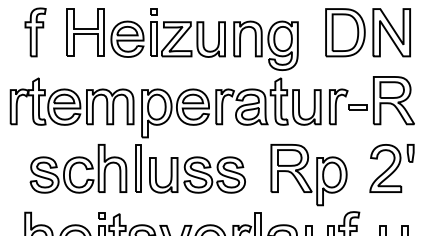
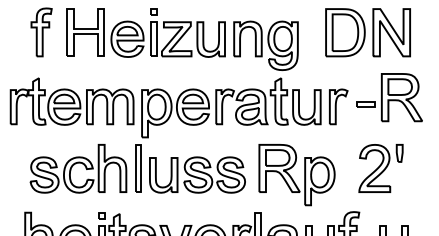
part at (35, 32) position: (35, 32) -> (41, 32)
part at (381, 100) position: (381, 100) -> (389, 97)
part at (391, 168) position: (391, 168) -> (380, 168)
part at (308, 175) position: (308, 175) -> (296, 175)
